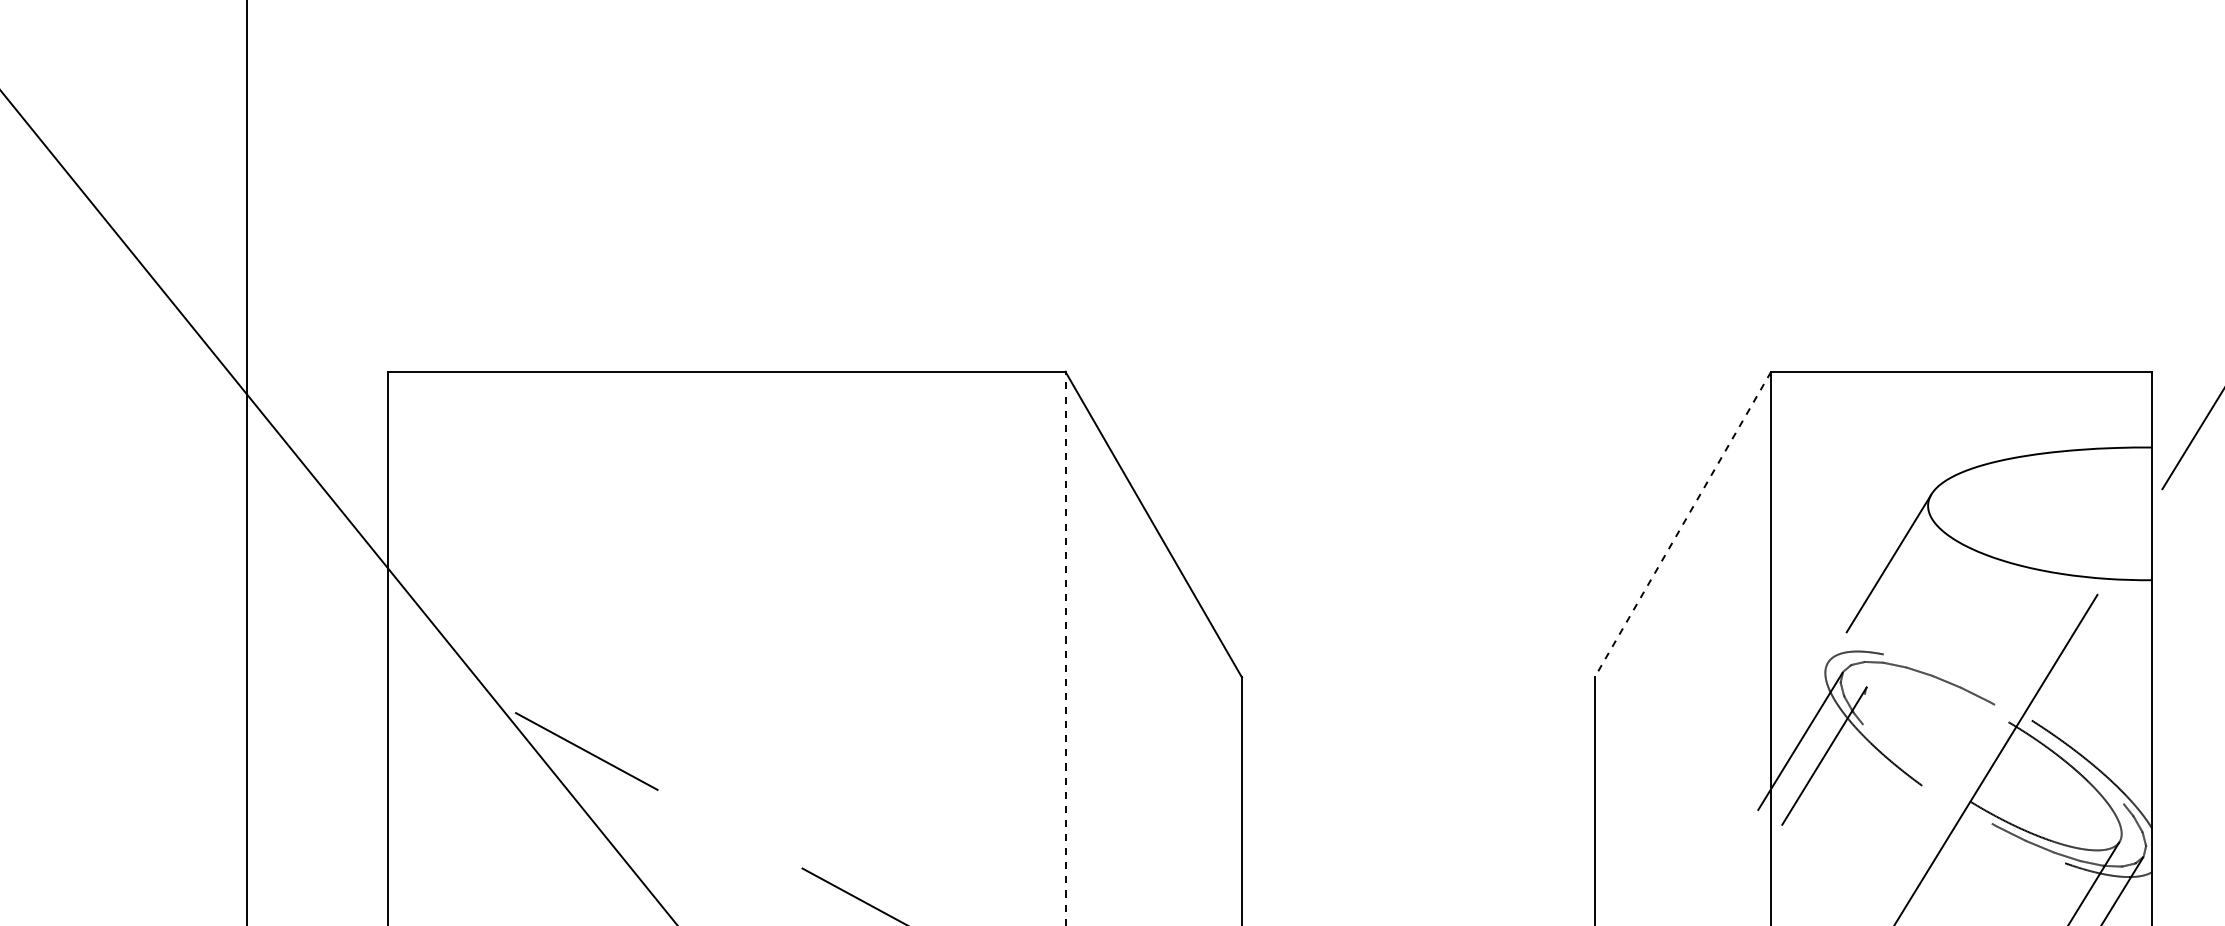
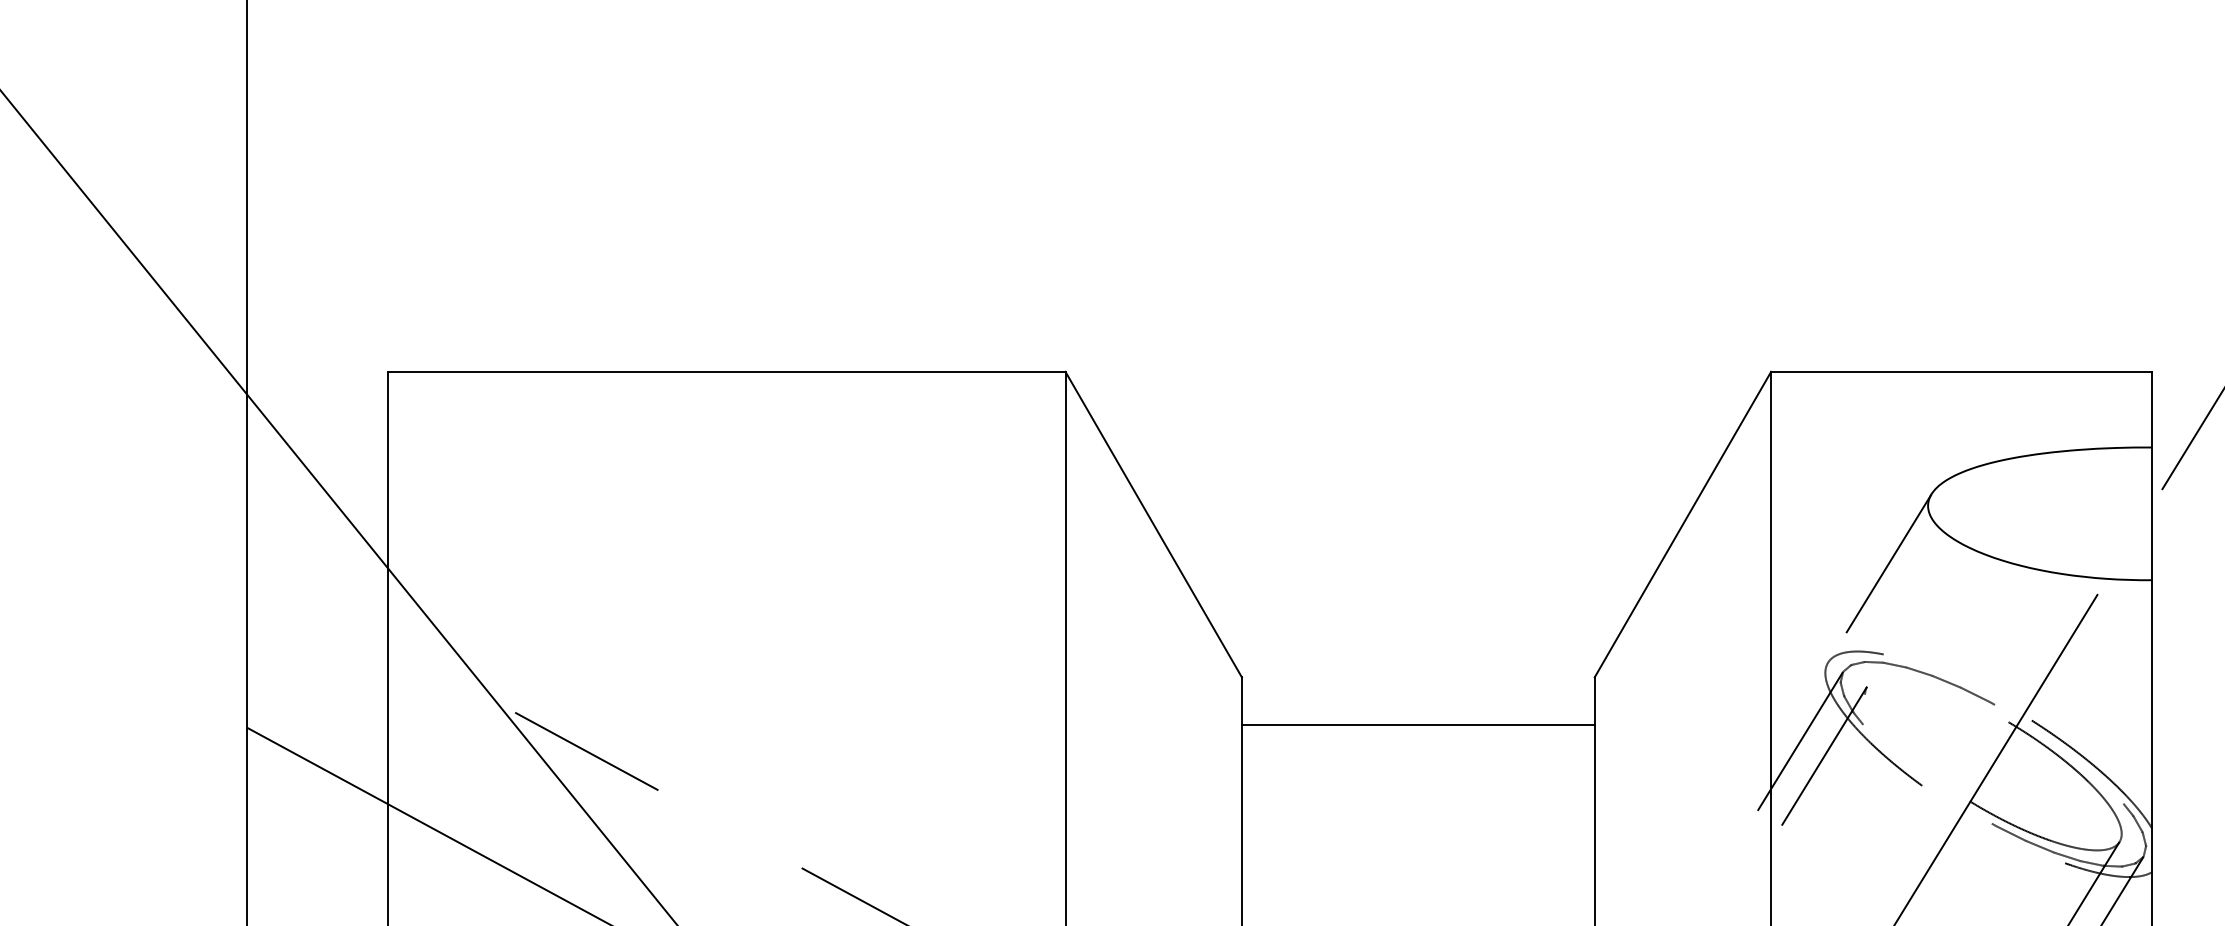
line at (1682, 525): dashed -> solid
line at (1065, 648): dashed -> solid
line at (1417, 724): none -> present
line at (426, 824): none -> present
